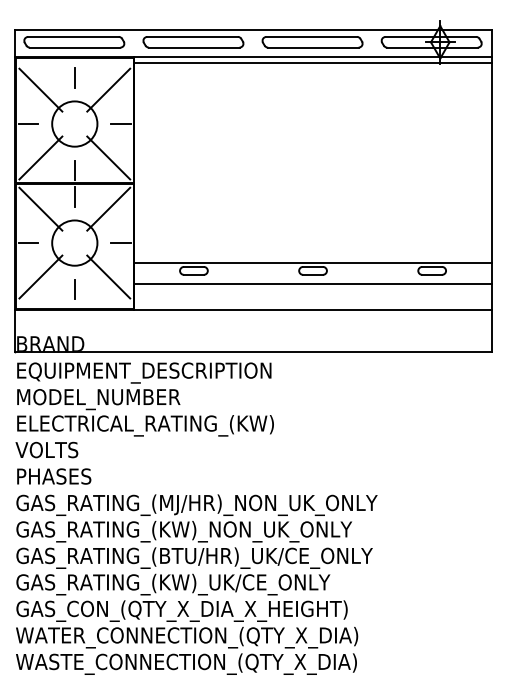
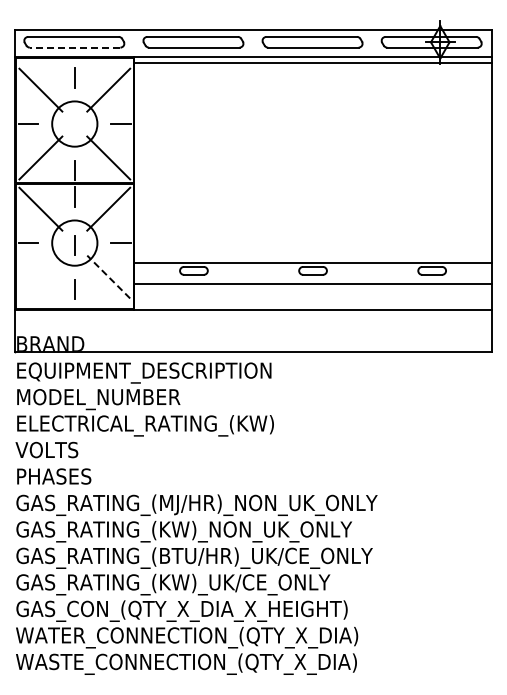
line at (74, 47): solid -> dashed
line at (74, 245): none -> present
line at (40, 276): present -> none
line at (108, 276): solid -> dashed
